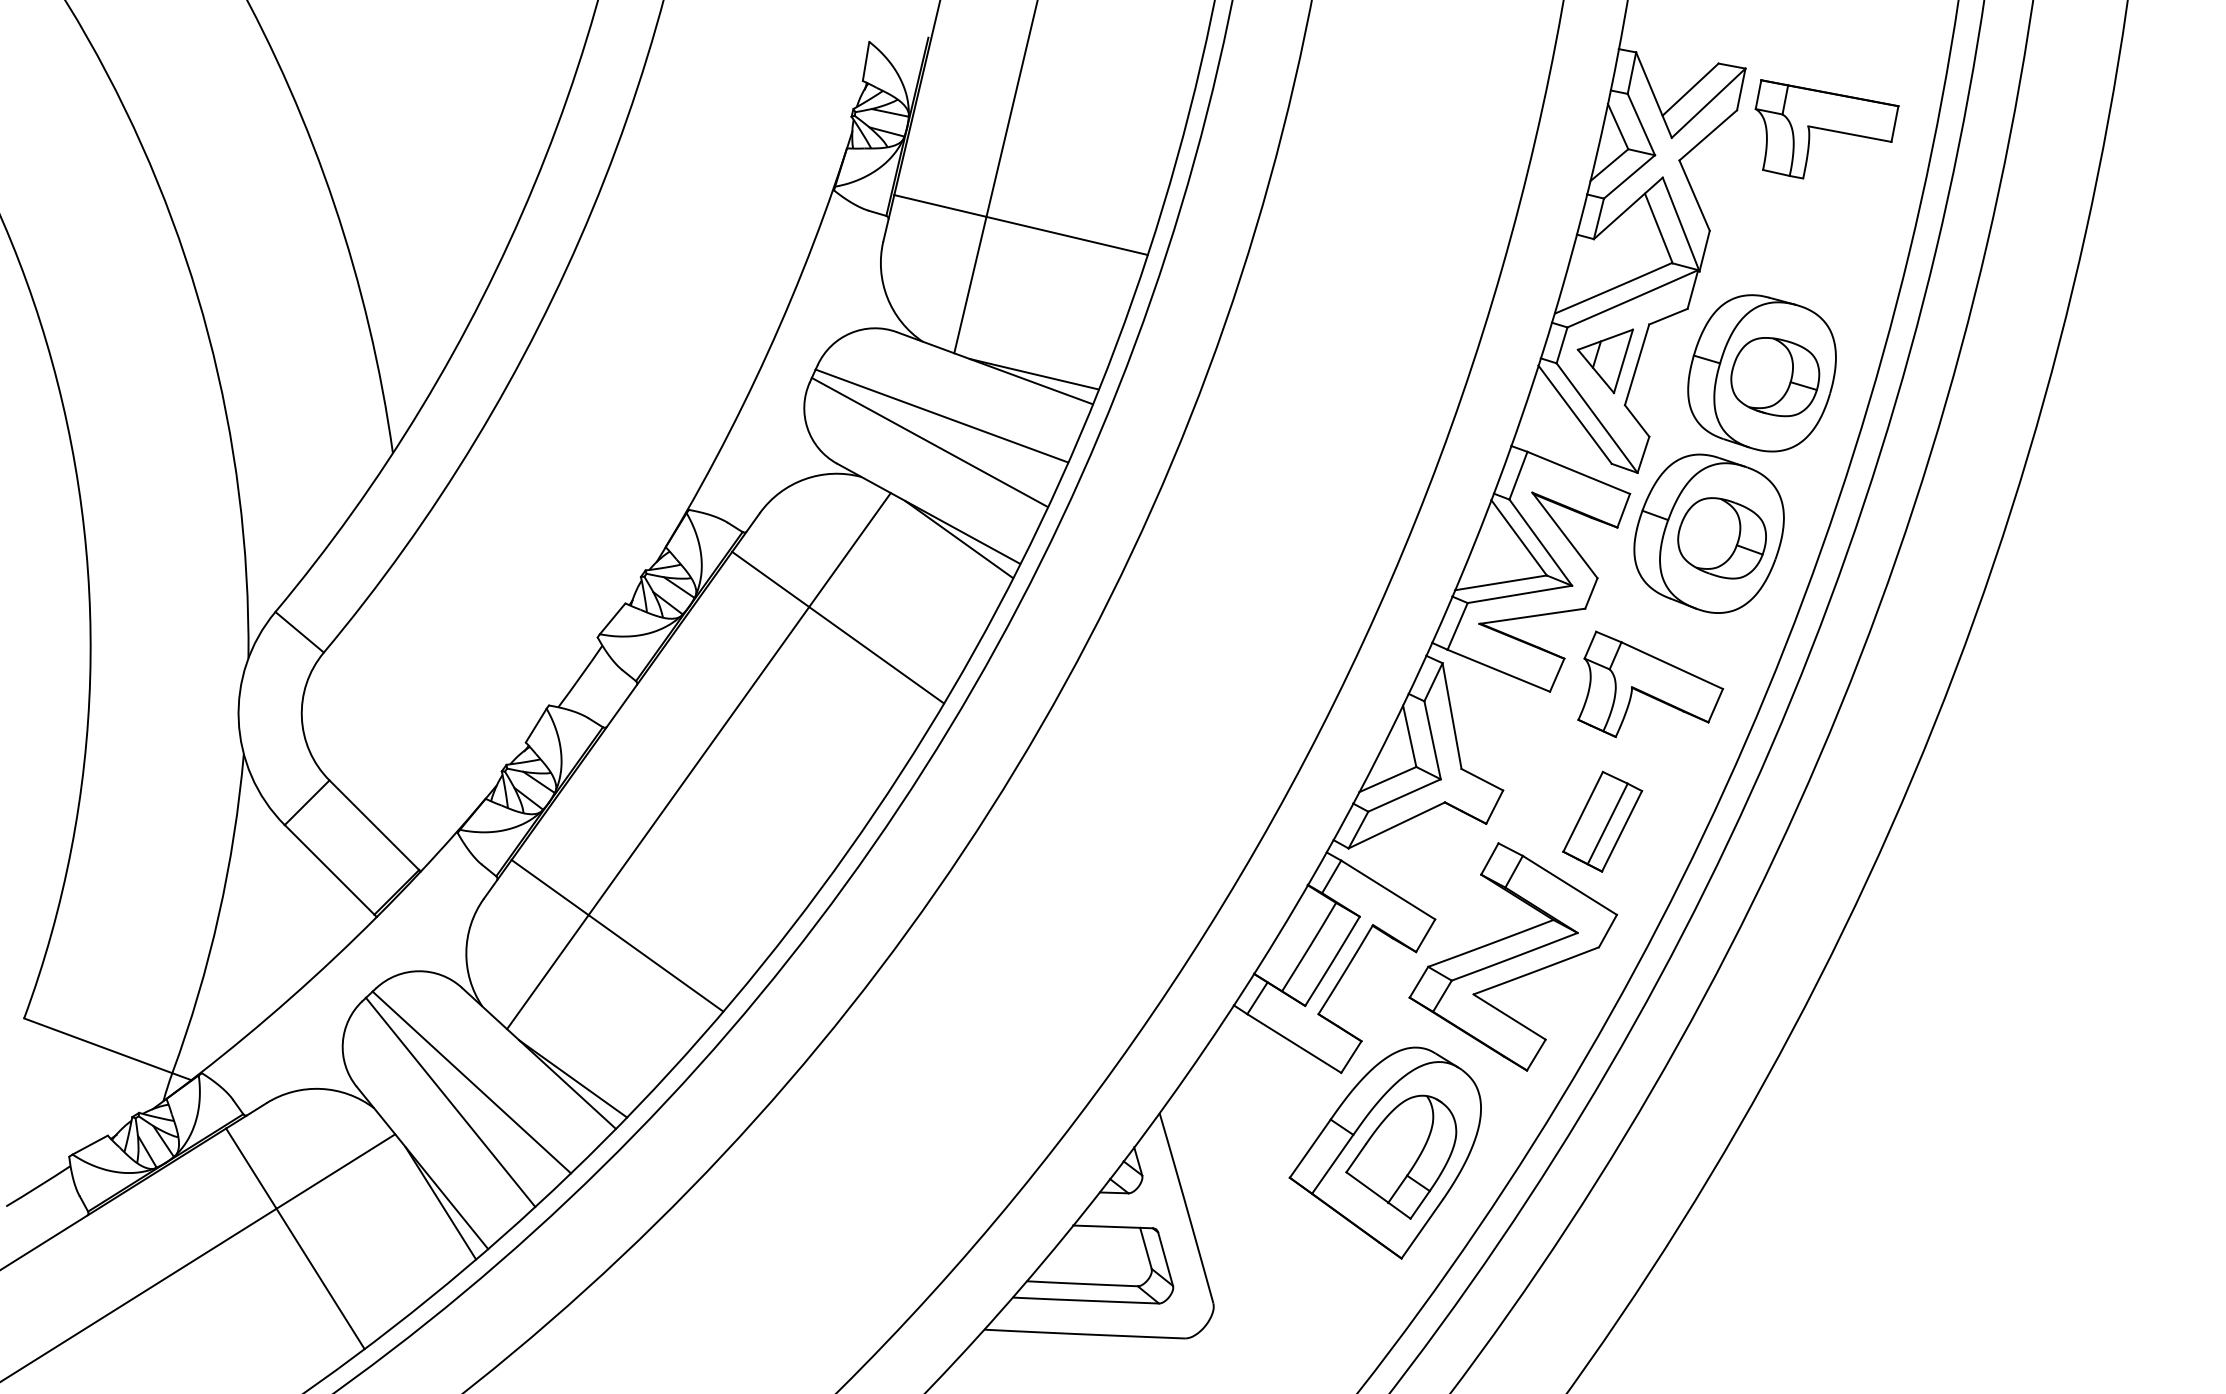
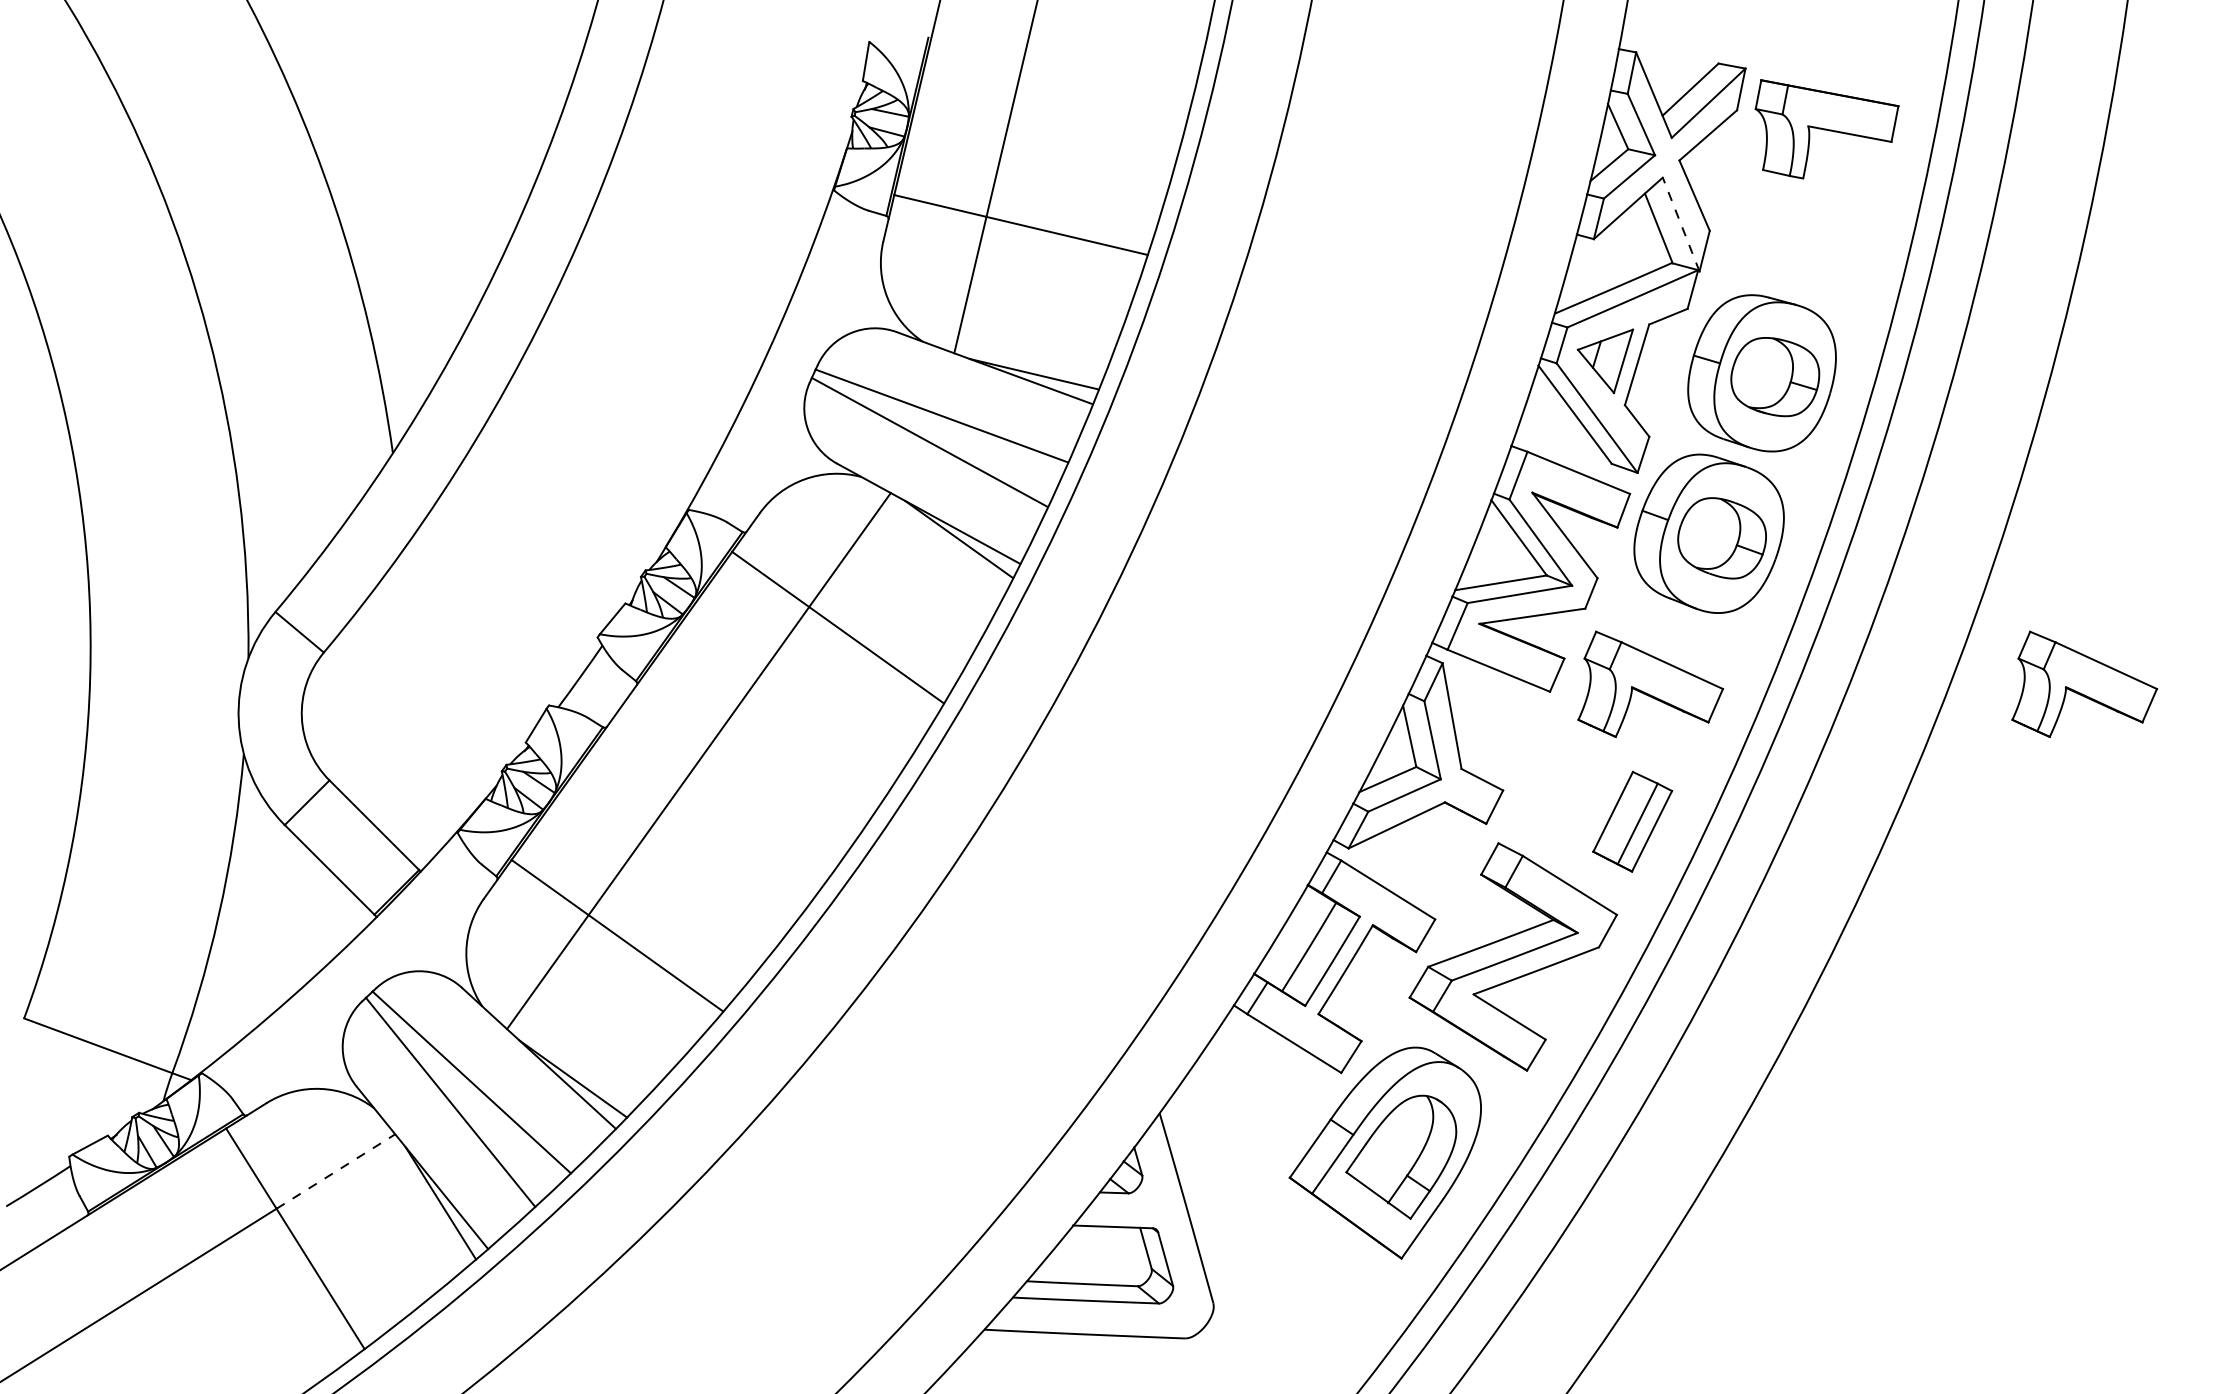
line at (1680, 224): solid -> dashed
part at (2084, 683): none -> present
part at (1602, 821) position: (1602, 821) -> (1632, 821)
line at (336, 1171): solid -> dashed
